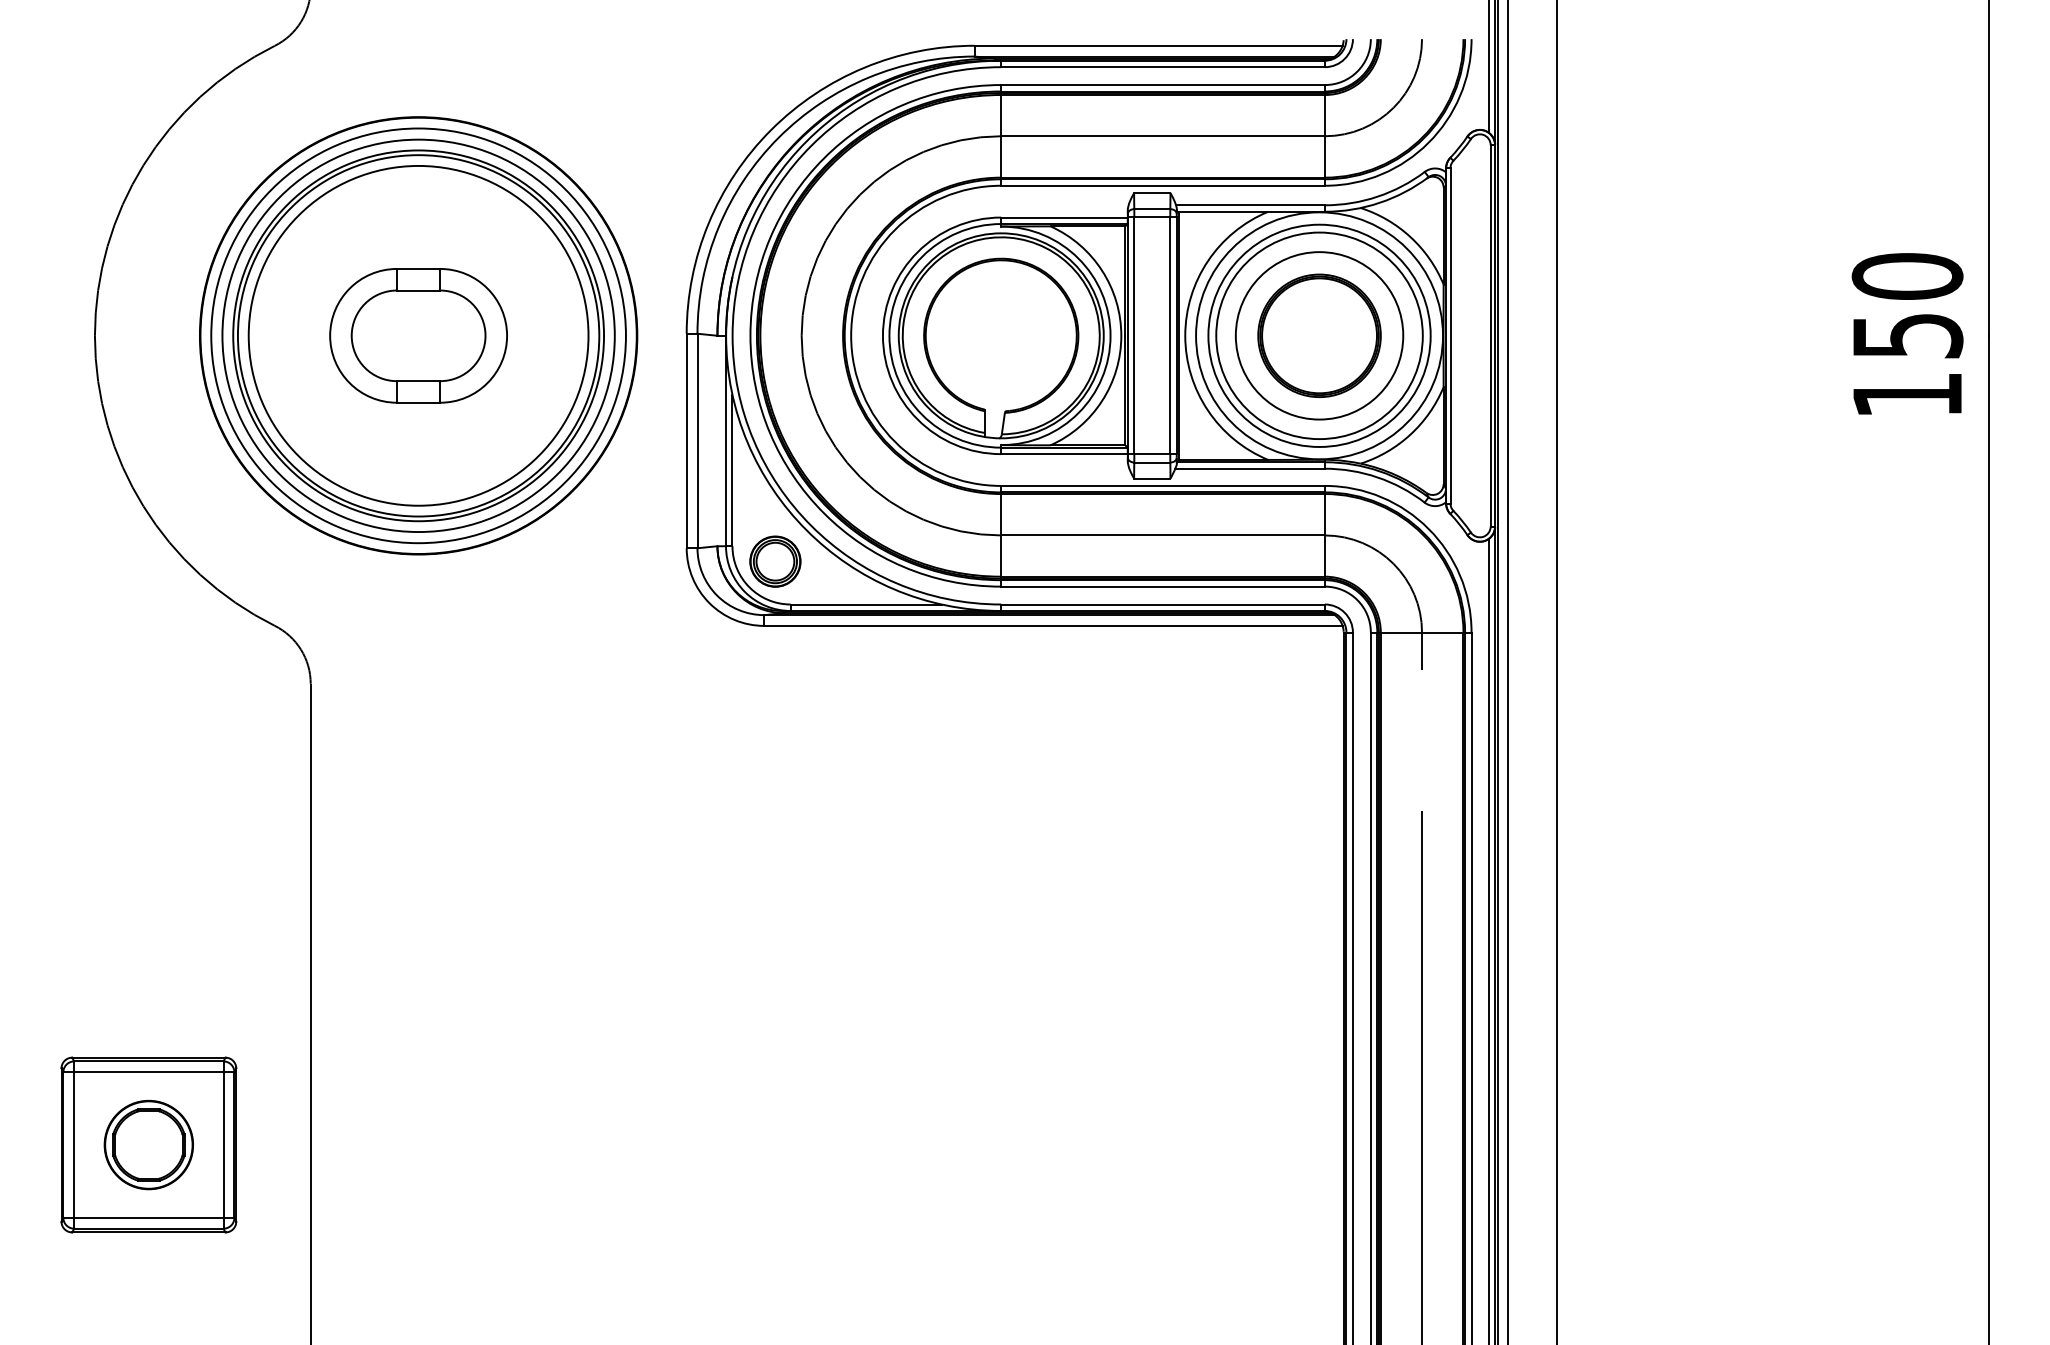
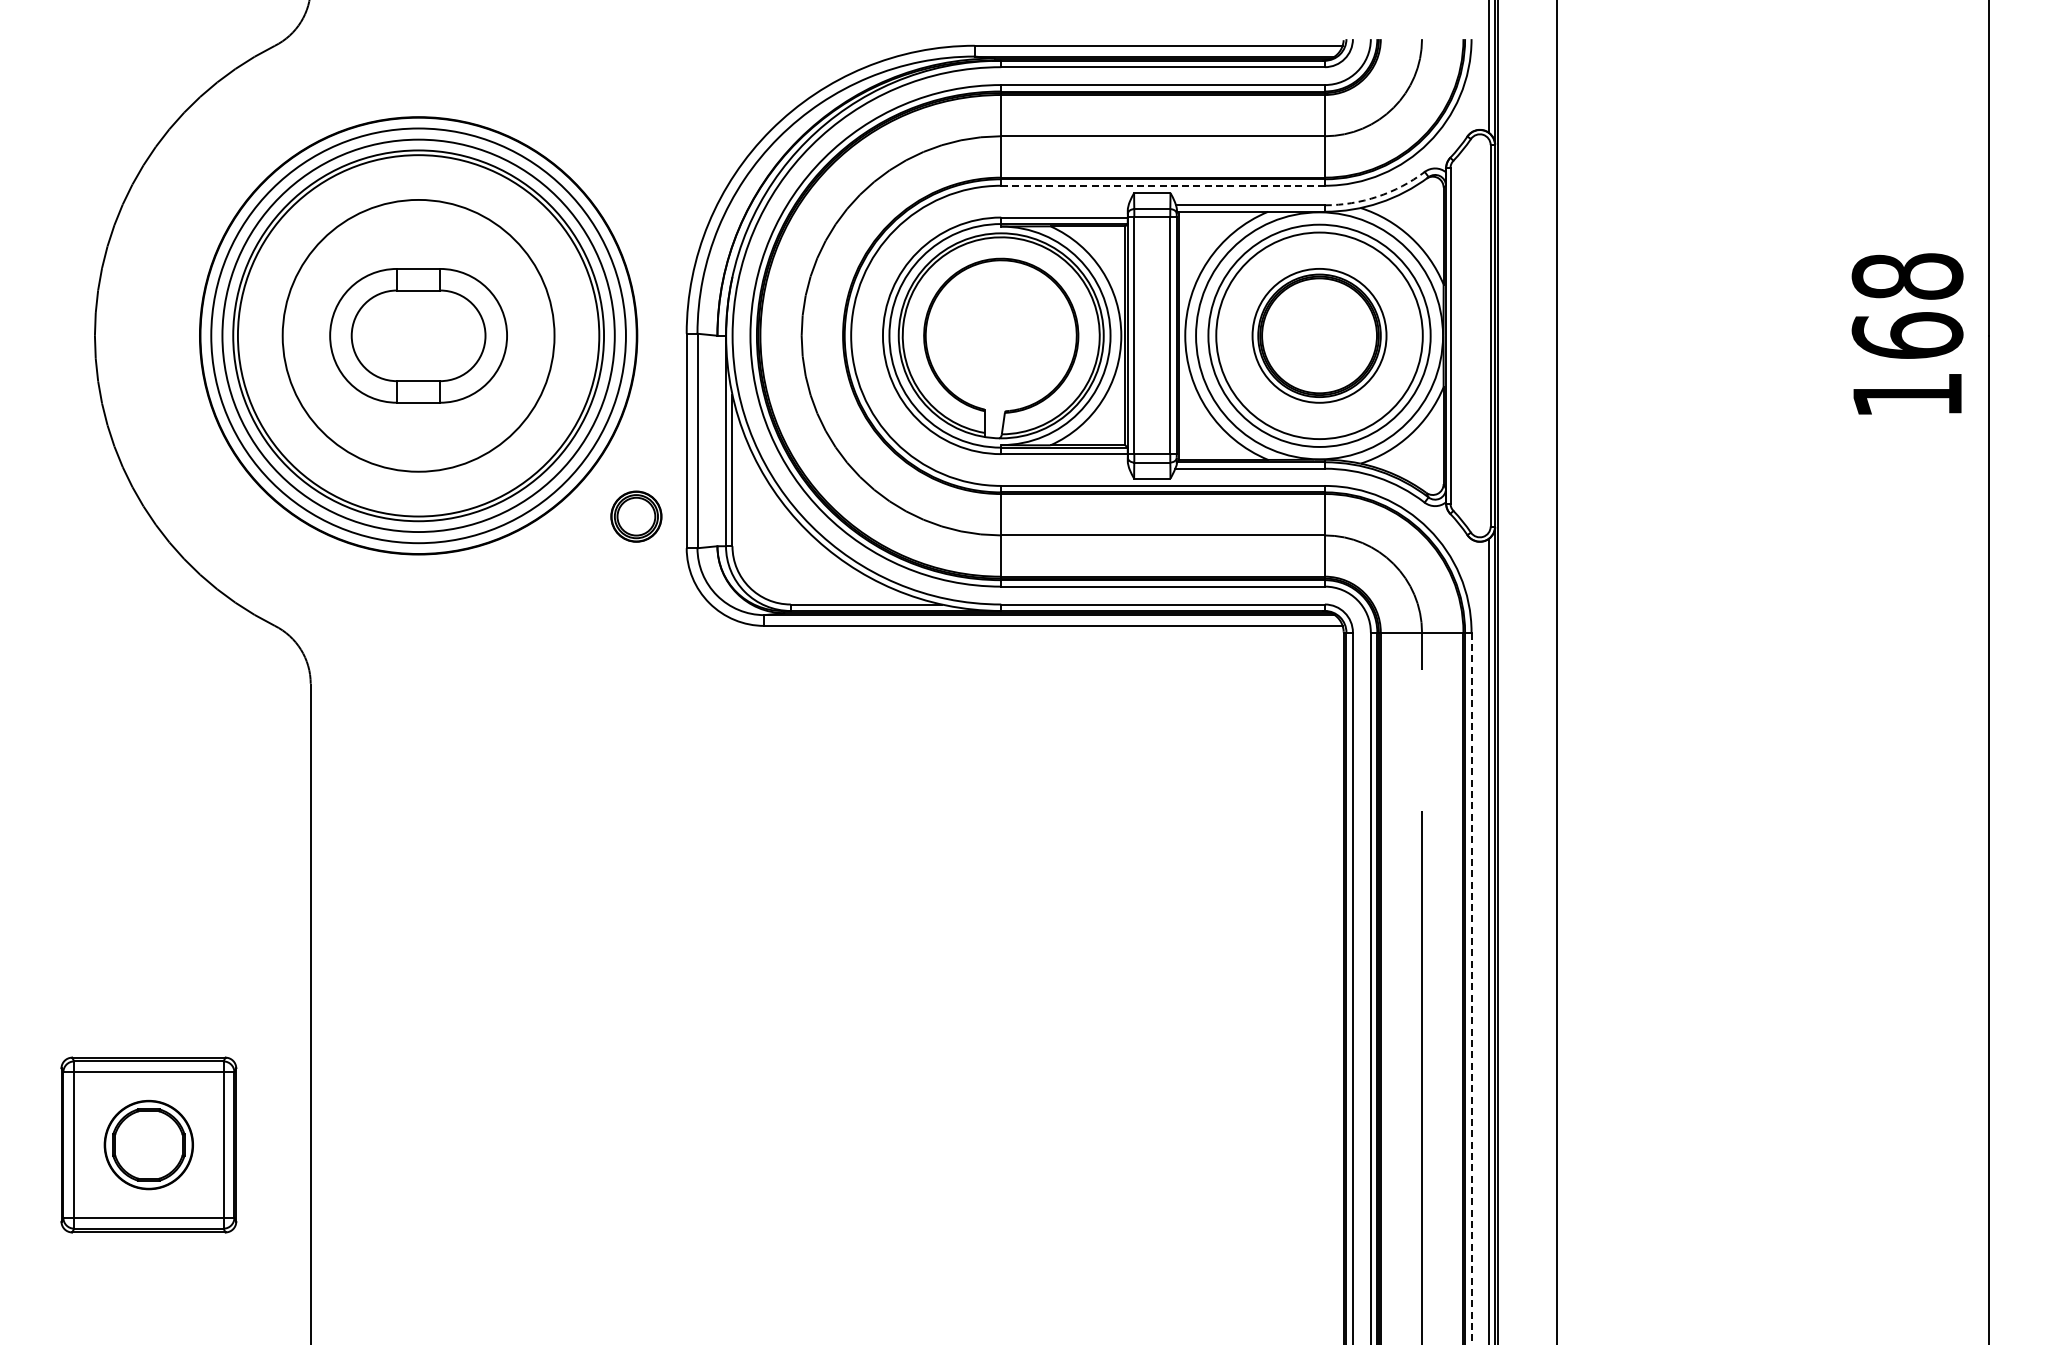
line at (1163, 185): solid -> dashed
arc at (1377, 196): solid -> dashed
text at (1907, 305): 150 -> 168
circle at (418, 335) diameter: 340 px -> 272 px
circle at (1319, 335) diameter: 167 px -> 134 px
part at (775, 561) position: (775, 561) -> (636, 516)
line at (1508, 671): present -> none
line at (1471, 988): solid -> dashed
